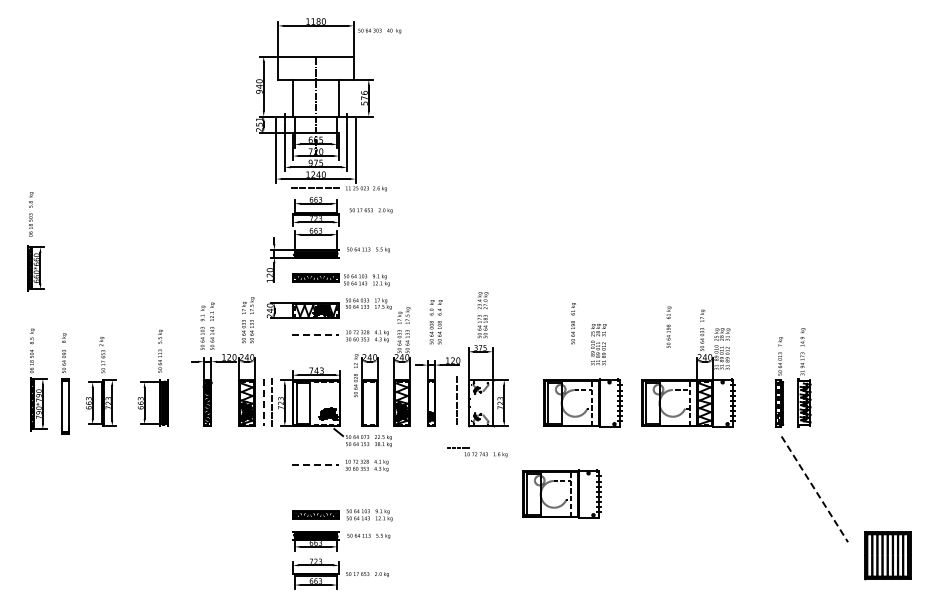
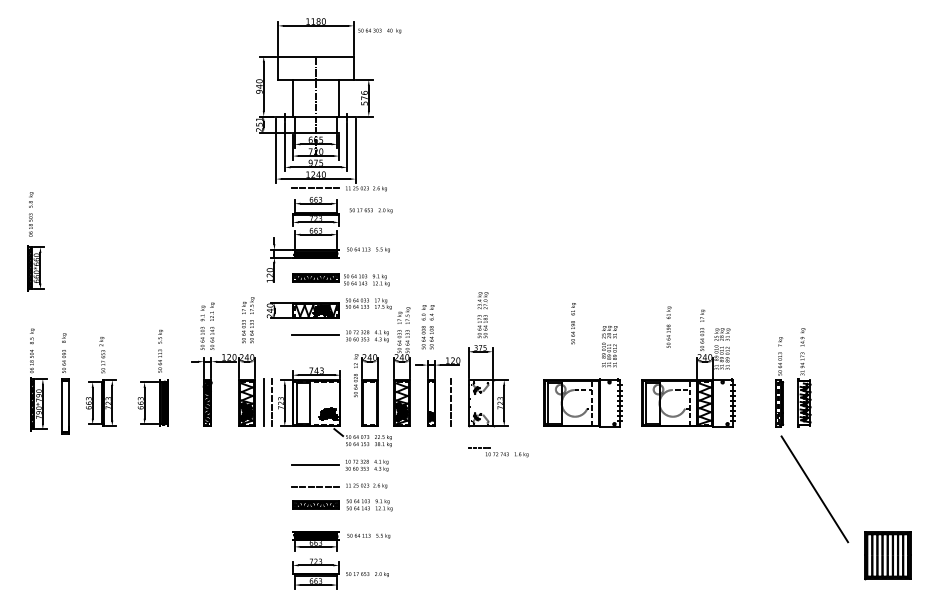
text at (435, 322) position: (435, 322) -> (427, 327)
line at (316, 335): dashed -> solid
text at (598, 344) position: (598, 344) -> (609, 346)
line at (456, 399) position: (456, 399) -> (450, 401)
line at (263, 403): dashed -> solid
part at (477, 452) position: (477, 452) -> (498, 452)
line at (316, 464): dashed -> solid
part at (339, 485): none -> present
line at (815, 489): dashed -> solid
part at (561, 493): present -> none
part at (342, 515) position: (342, 515) -> (342, 505)
